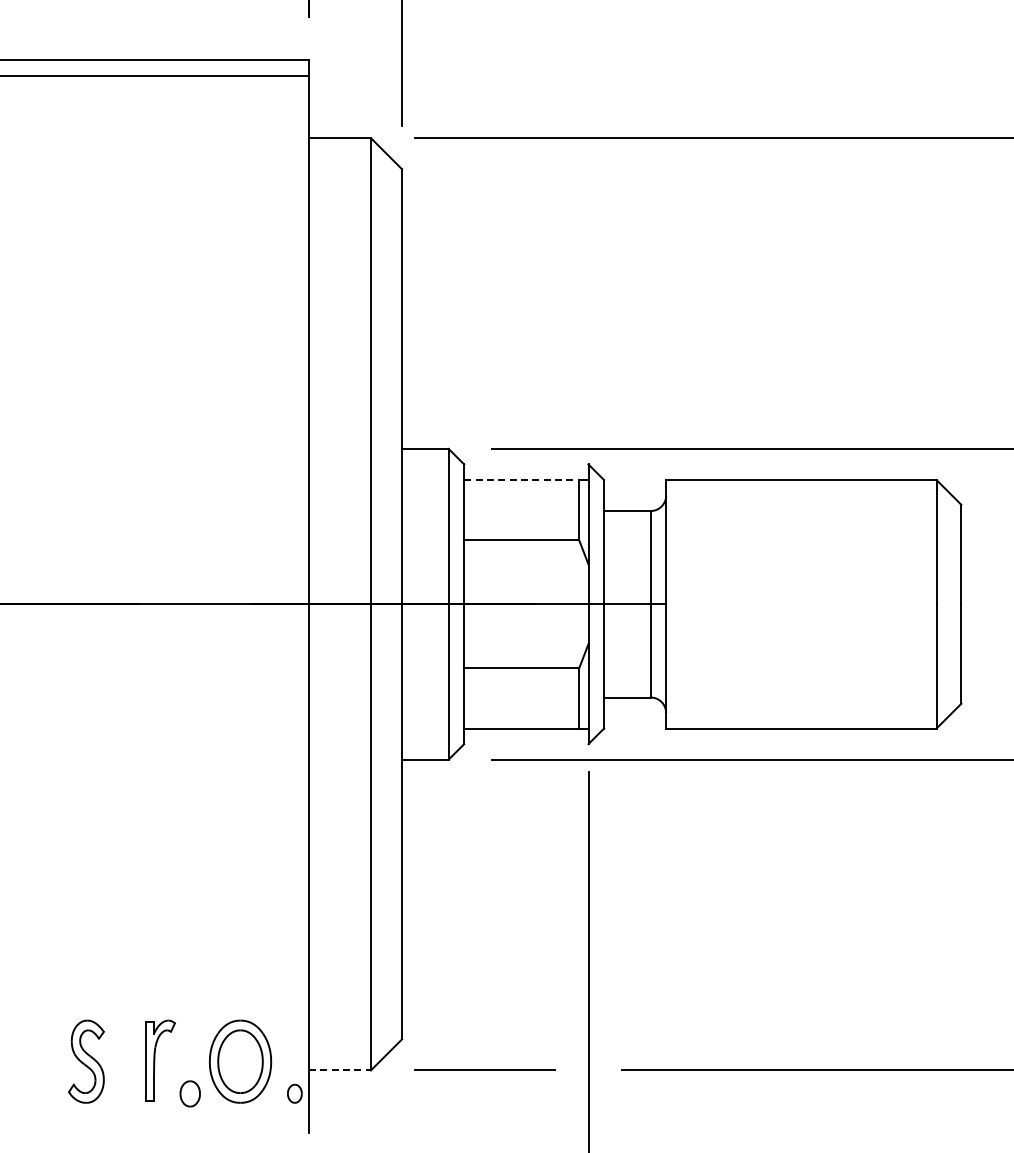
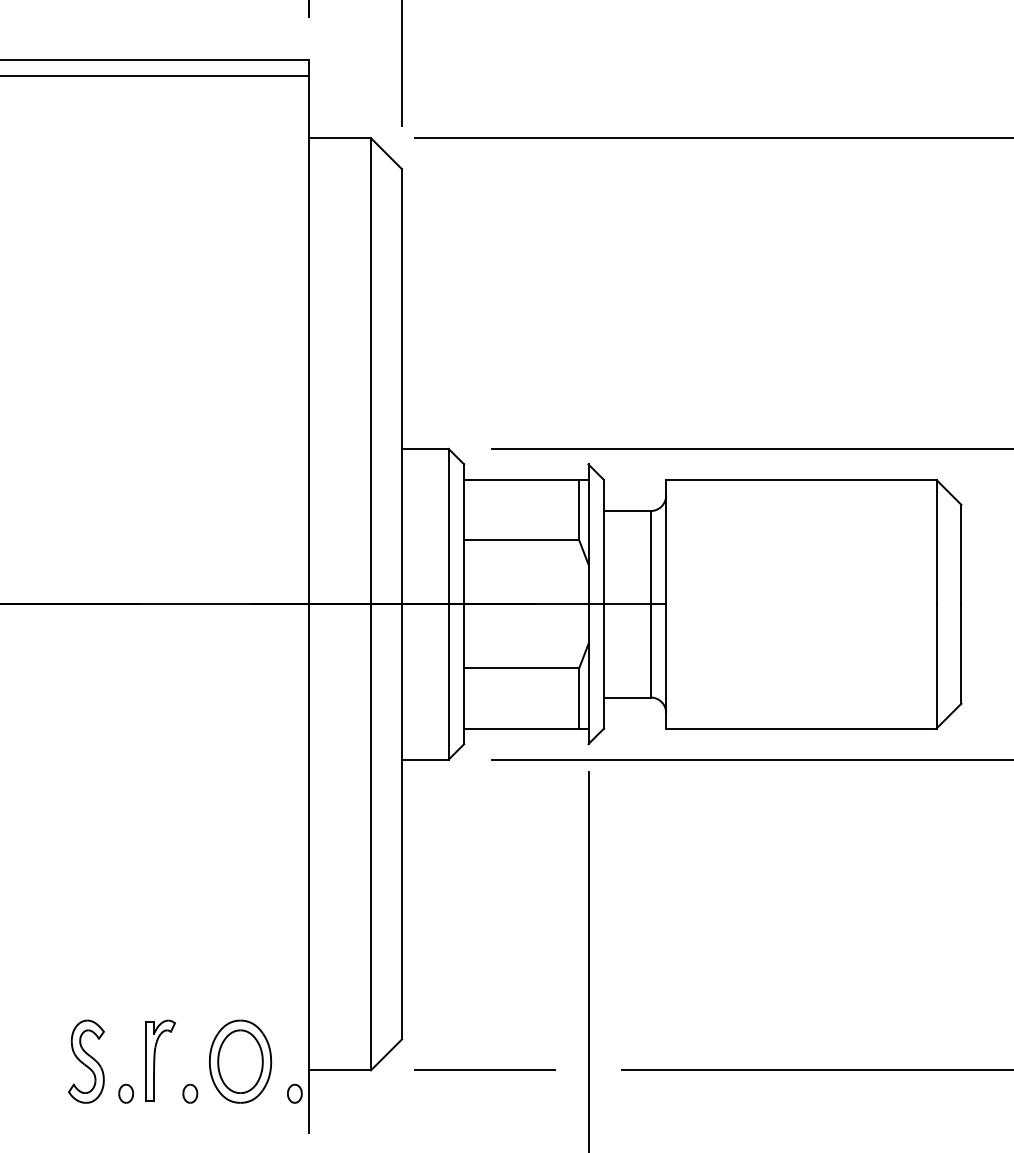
line at (522, 479): dashed -> solid
line at (340, 1070): dashed -> solid
part at (125, 1093): none -> present
part at (189, 1093) size: 22x28 px -> 17x21 px
